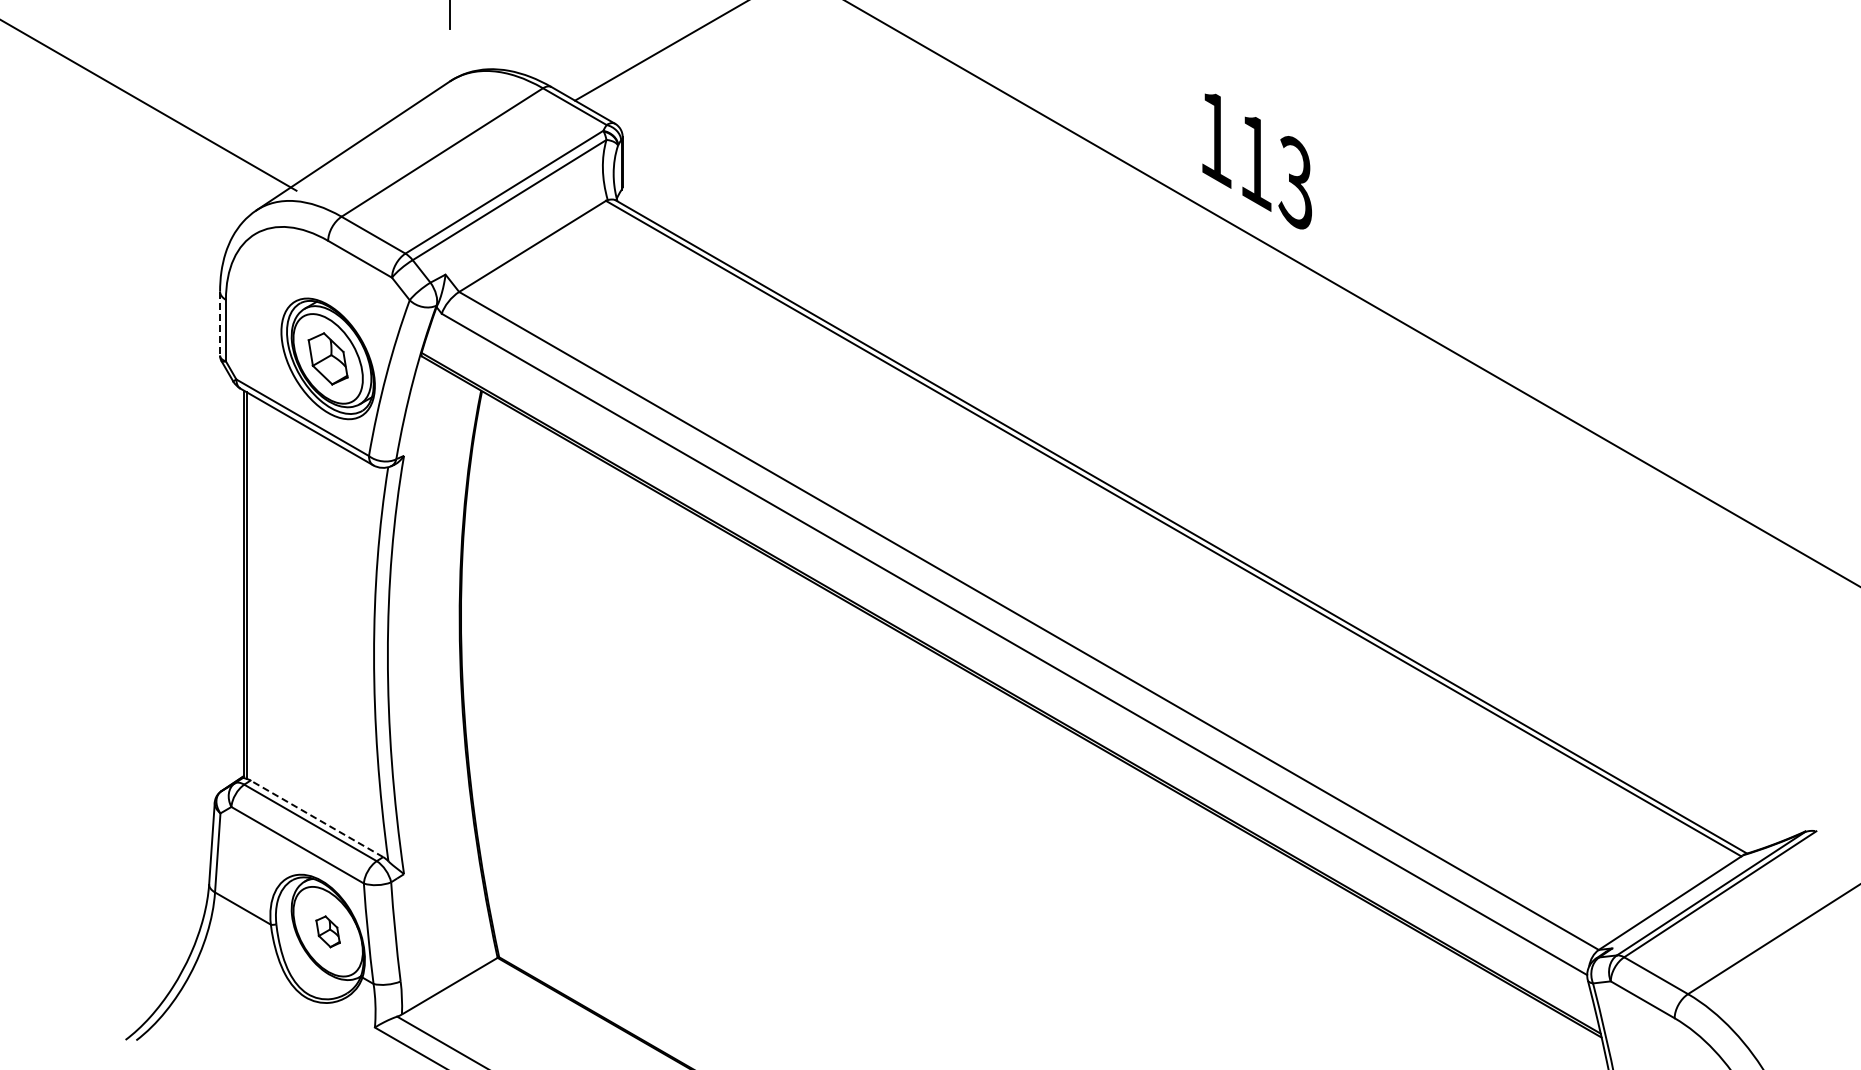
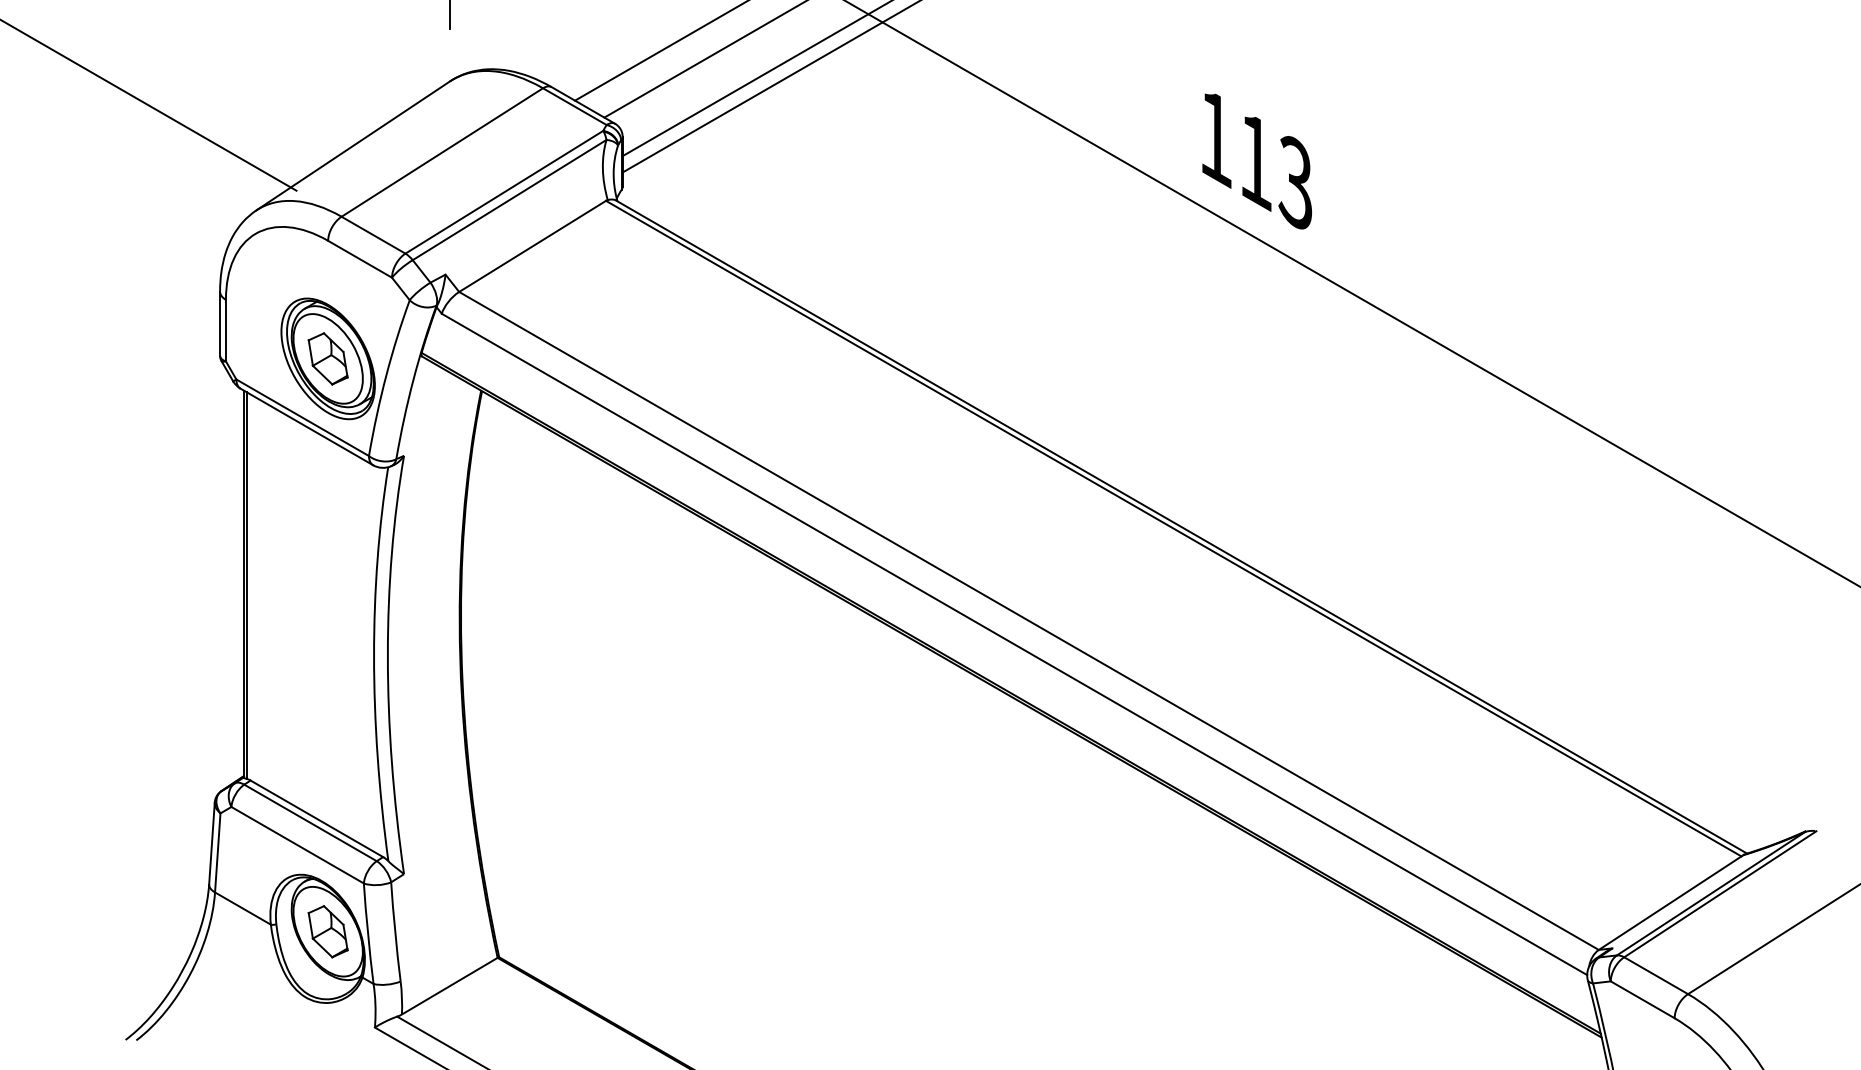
line at (704, 59): none -> present
line at (755, 79): none -> present
line at (769, 87): none -> present
line at (220, 323): dashed -> solid
line at (316, 818): dashed -> solid
part at (327, 931) size: 26x34 px -> 42x54 px
